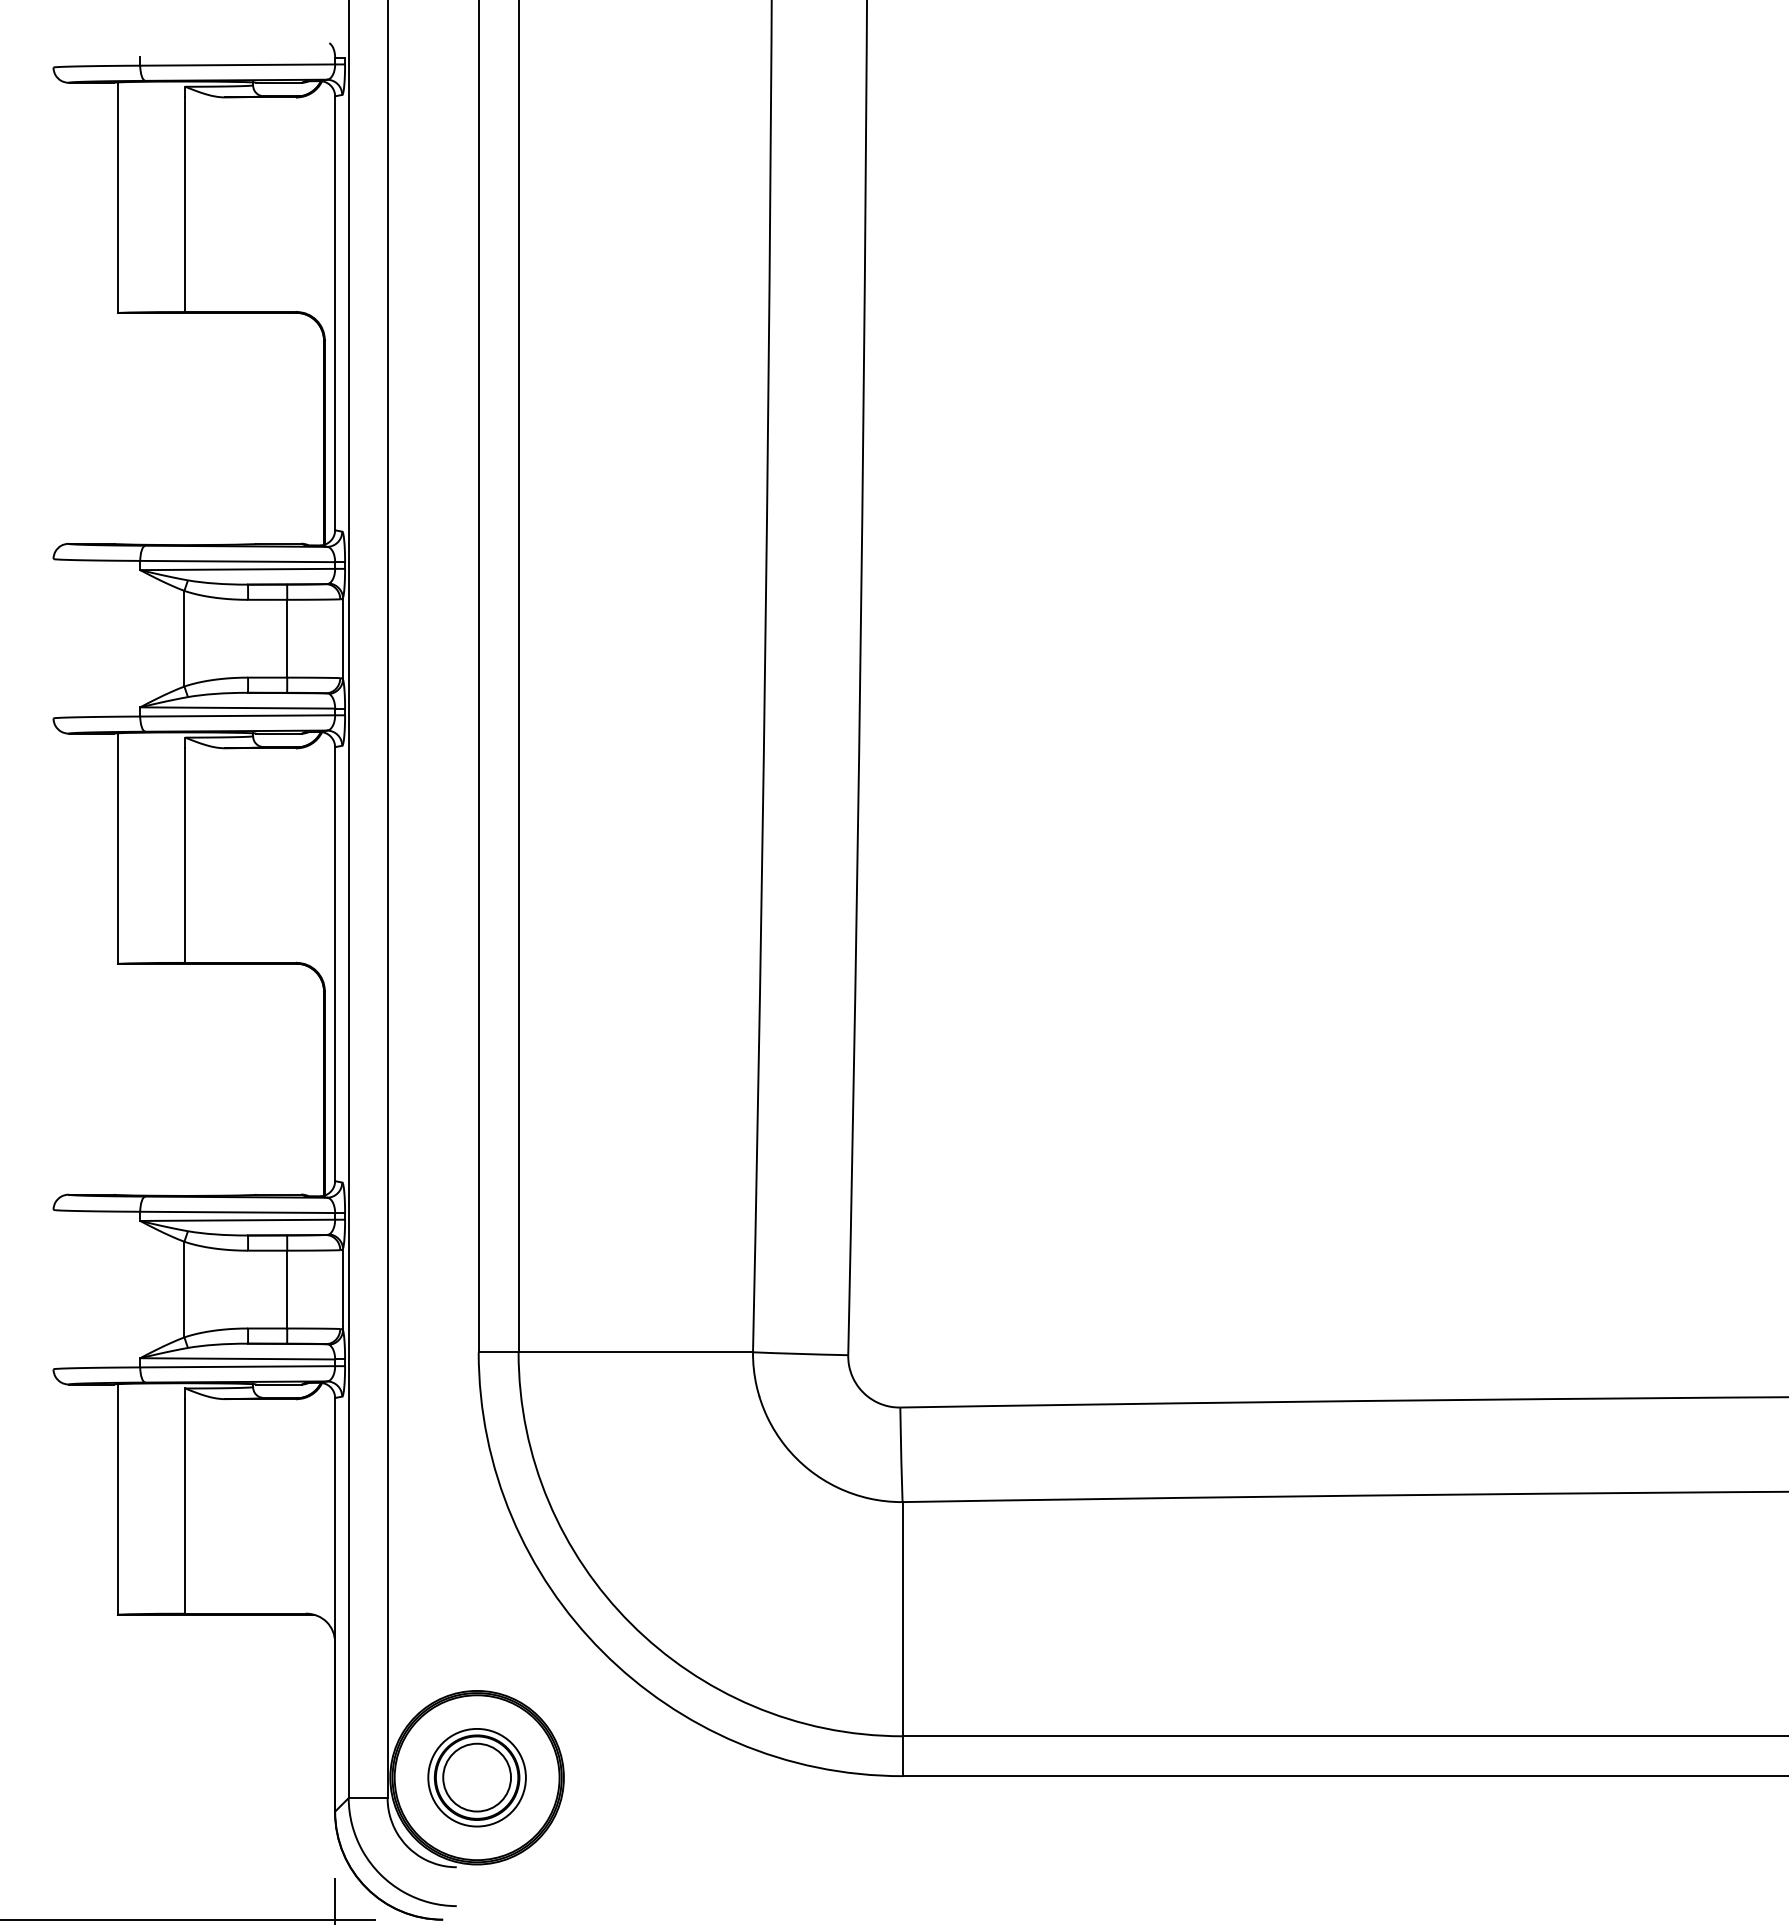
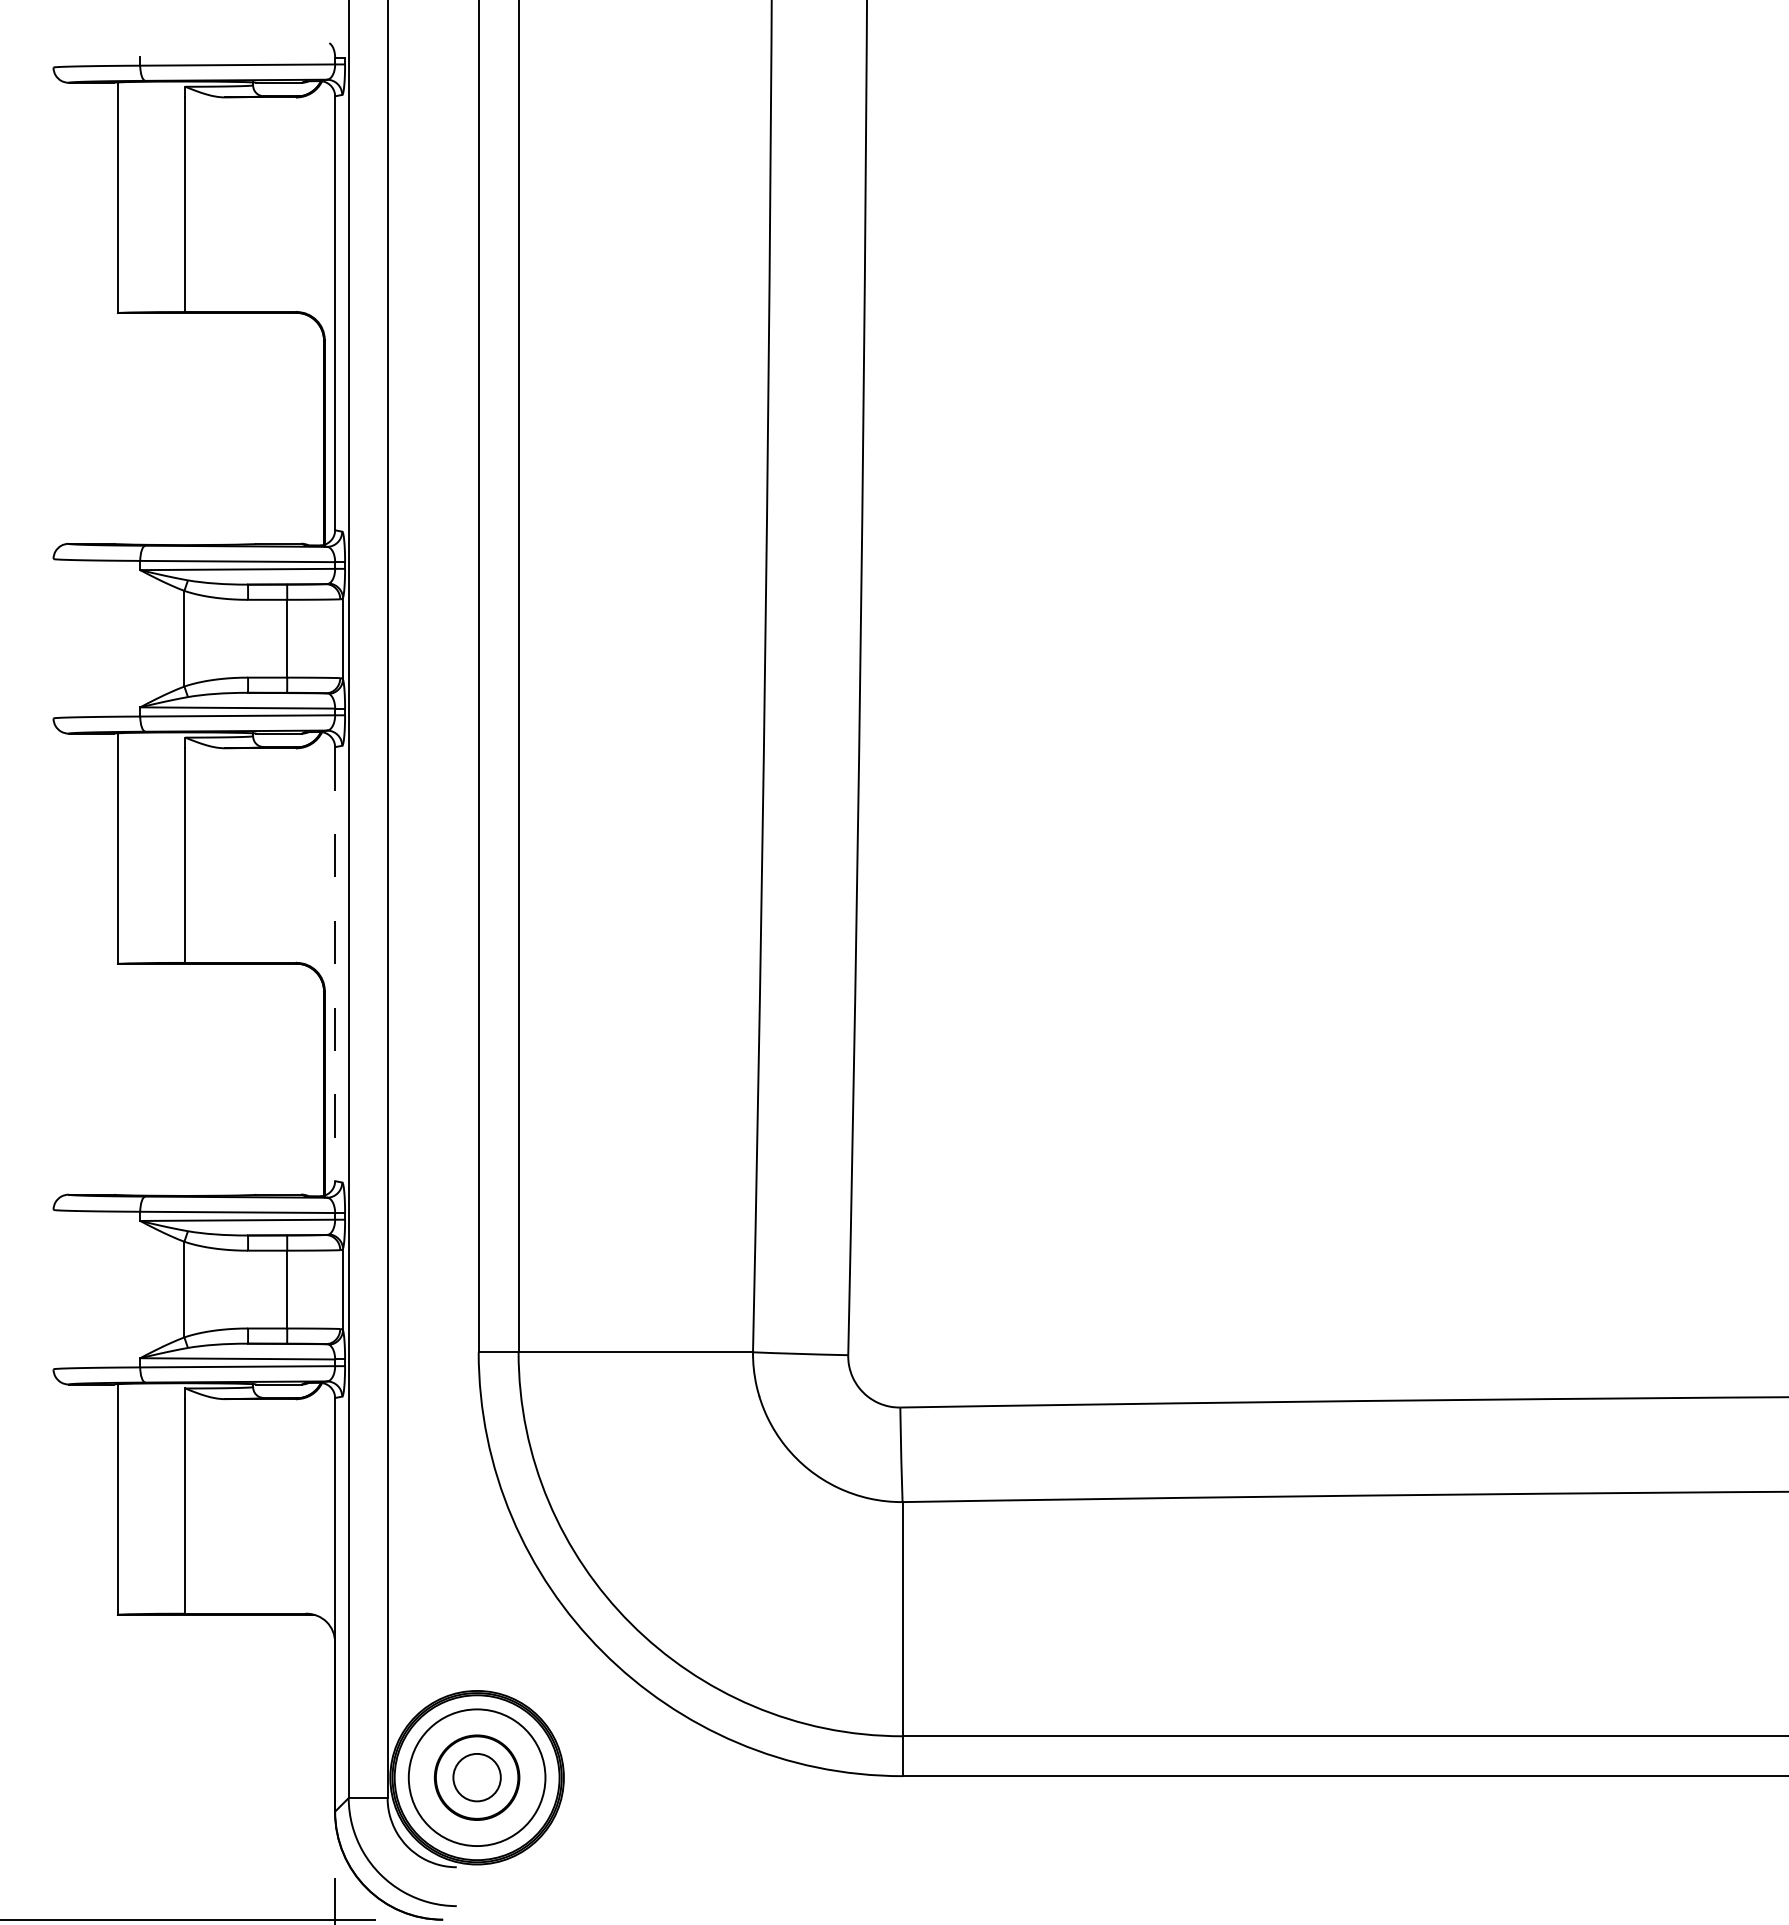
line at (335, 964): solid -> dashed
circle at (476, 1777) diameter: 98 px -> 137 px
circle at (477, 1777) diameter: 68 px -> 47 px
